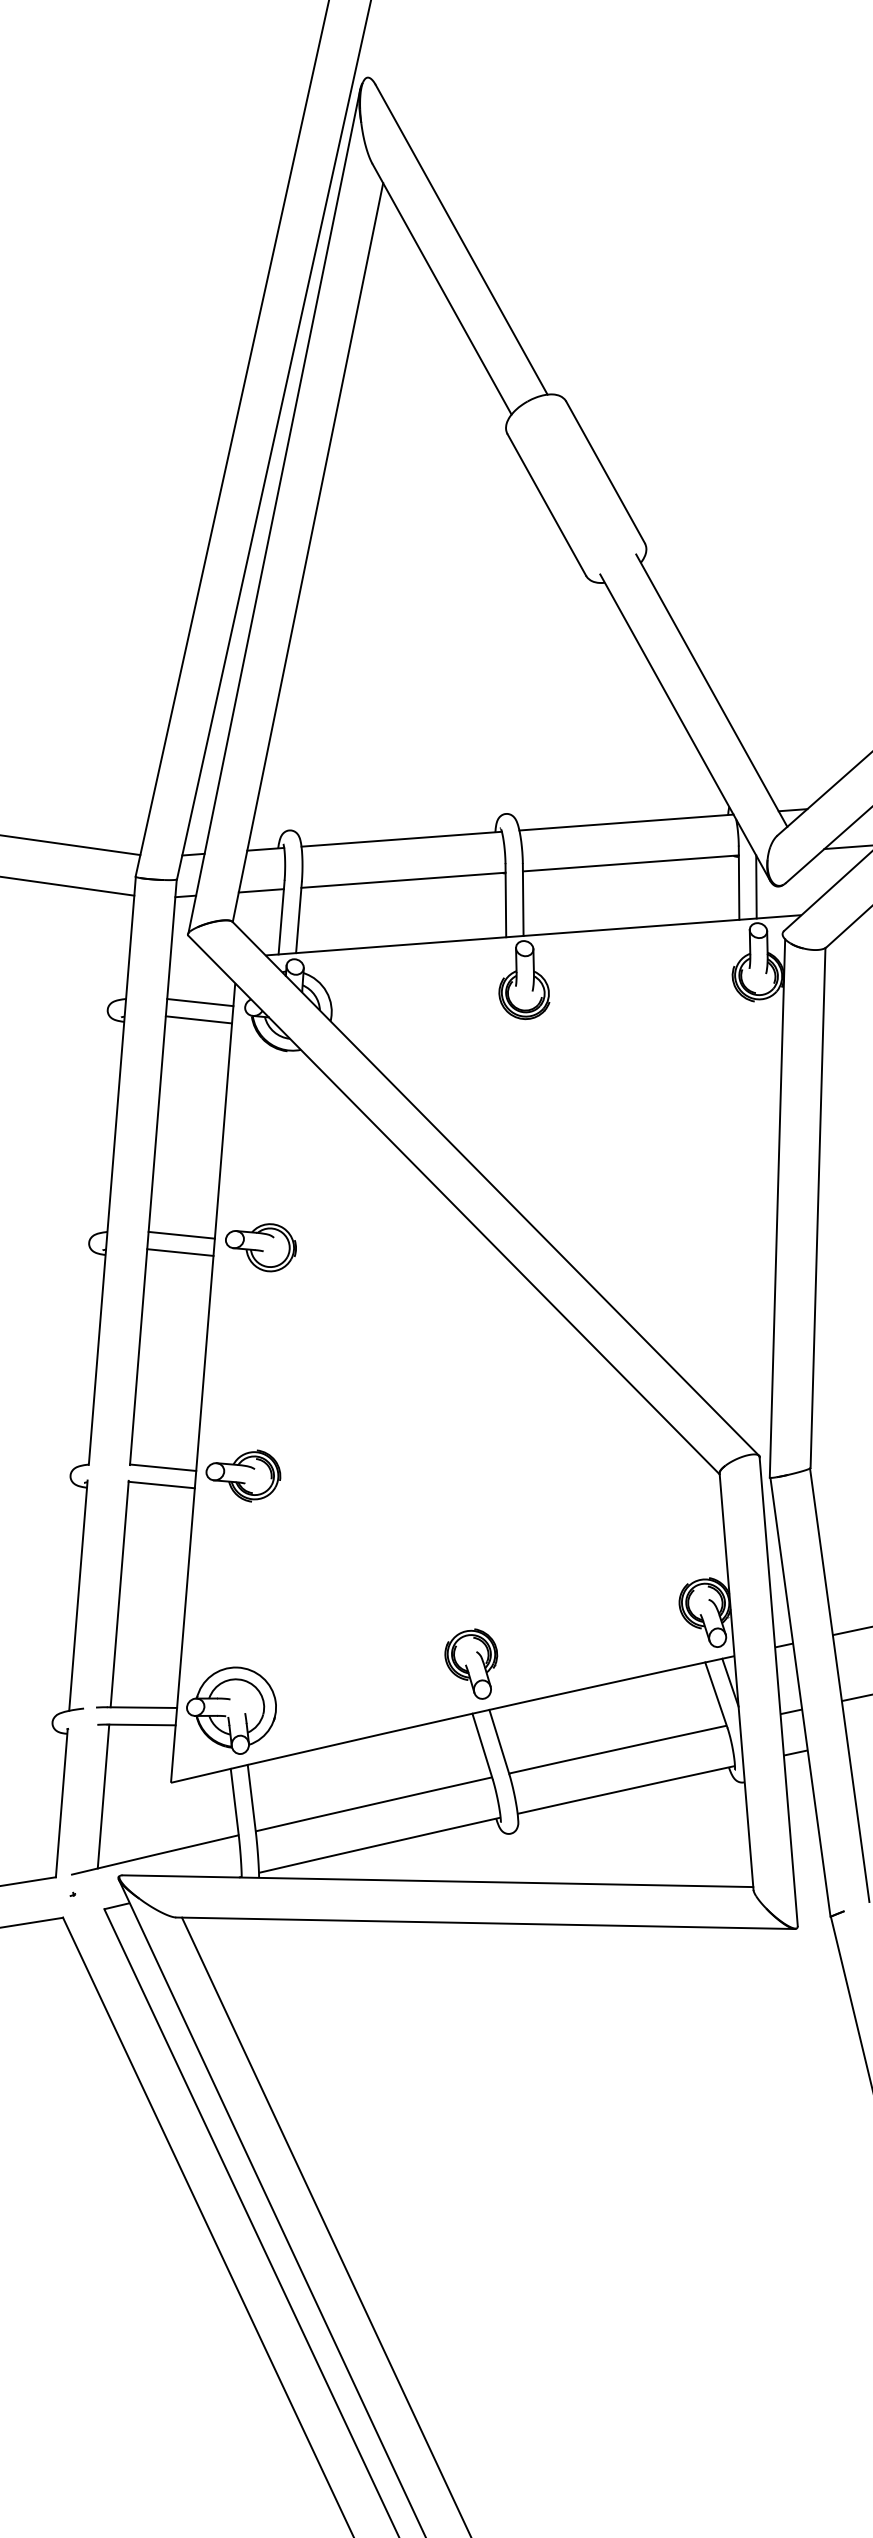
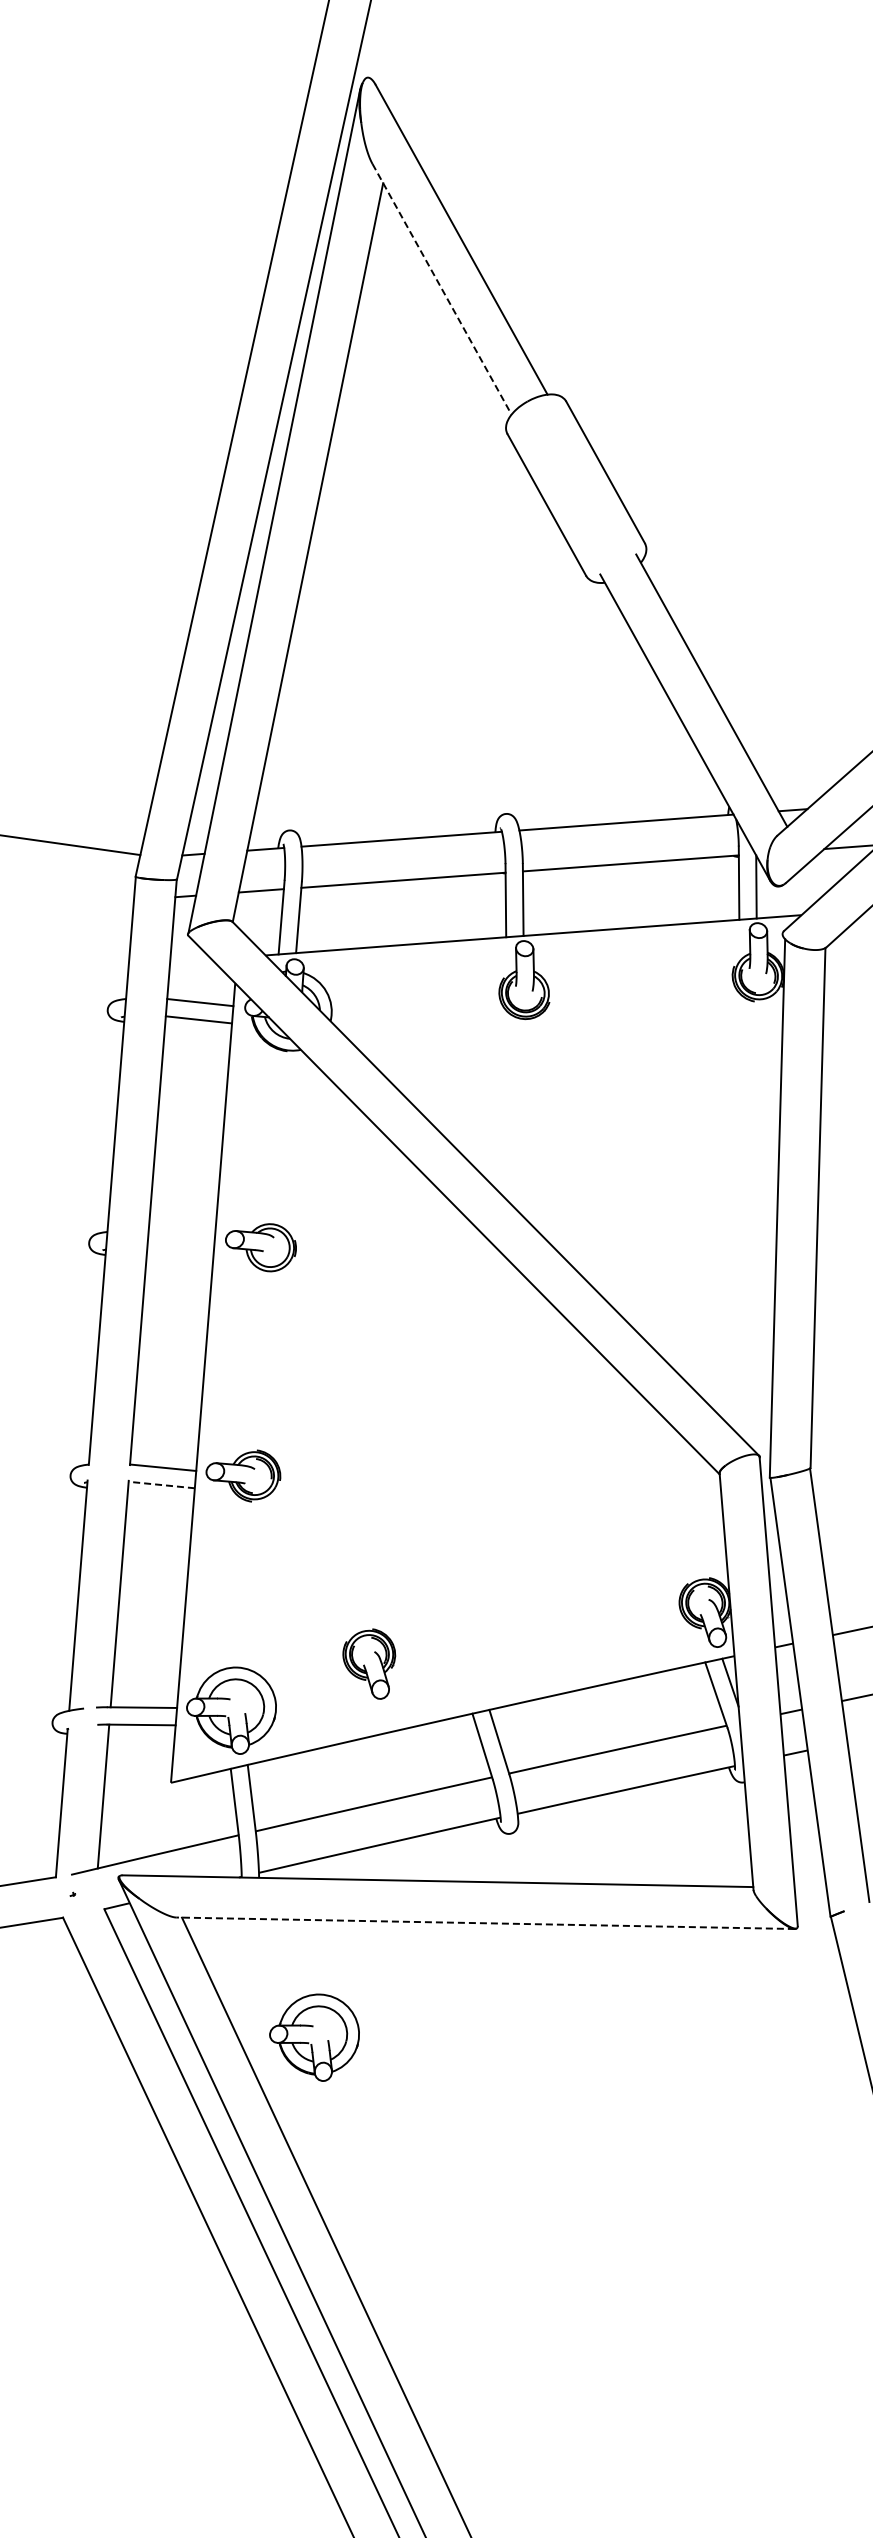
line at (442, 289): solid -> dashed
line at (68, 886): present -> none
line at (181, 1234): present -> none
line at (180, 1252): present -> none
line at (161, 1484): solid -> dashed
part at (471, 1663) position: (471, 1663) -> (369, 1663)
line at (485, 1923): solid -> dashed
part at (314, 2037): none -> present
